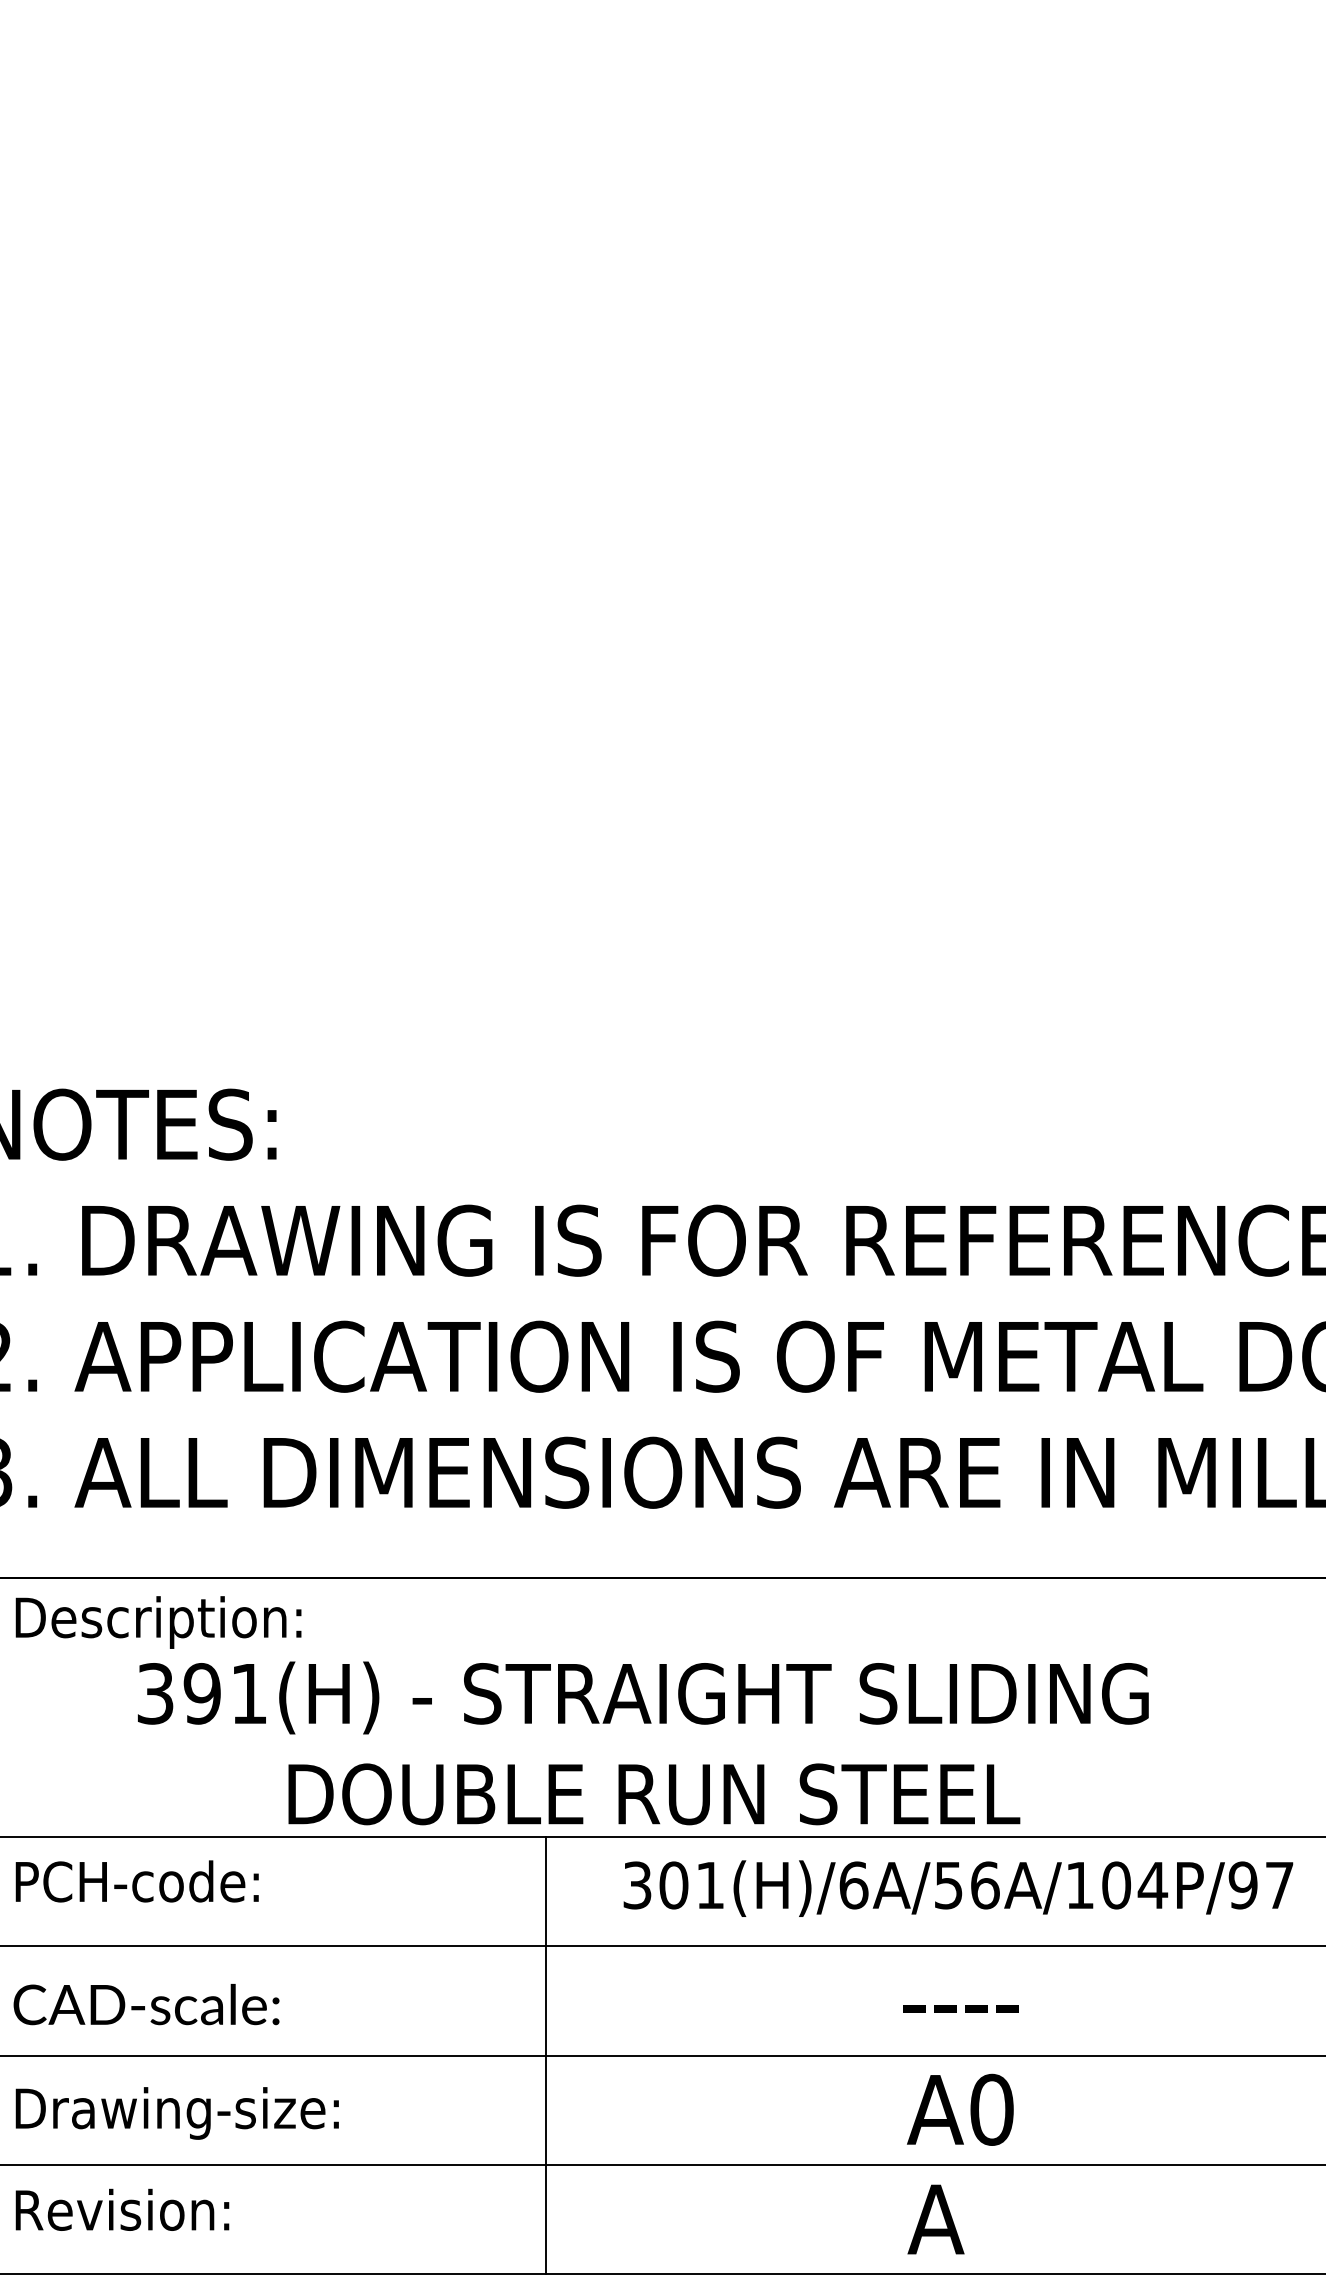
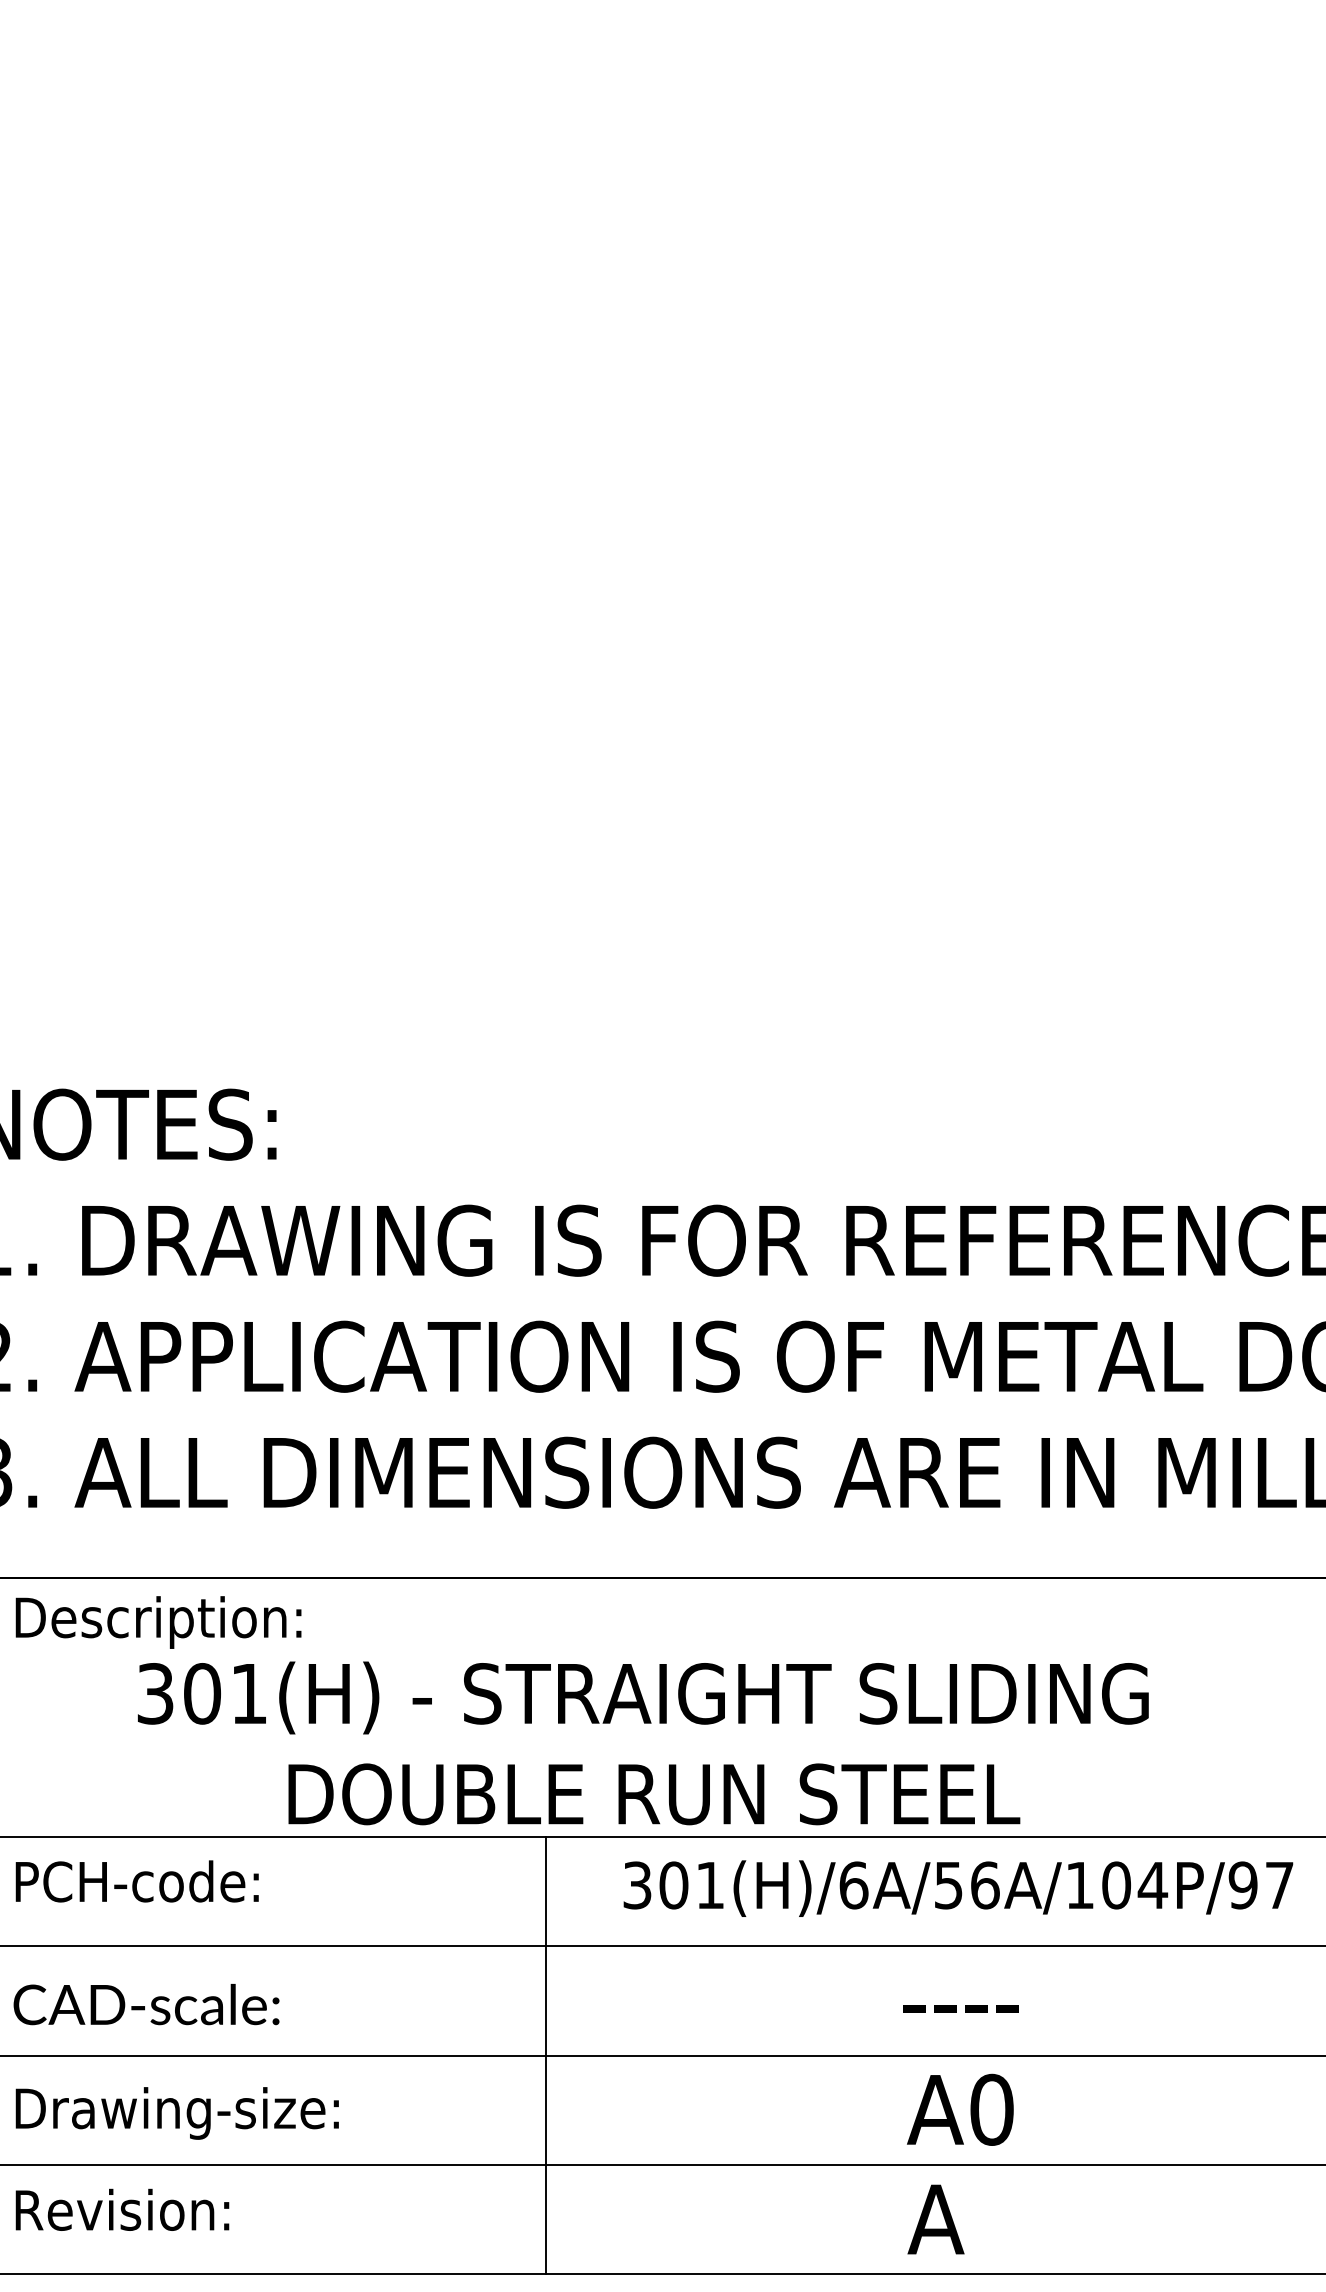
text at (201, 1693): 391(H) -> 301(H)
